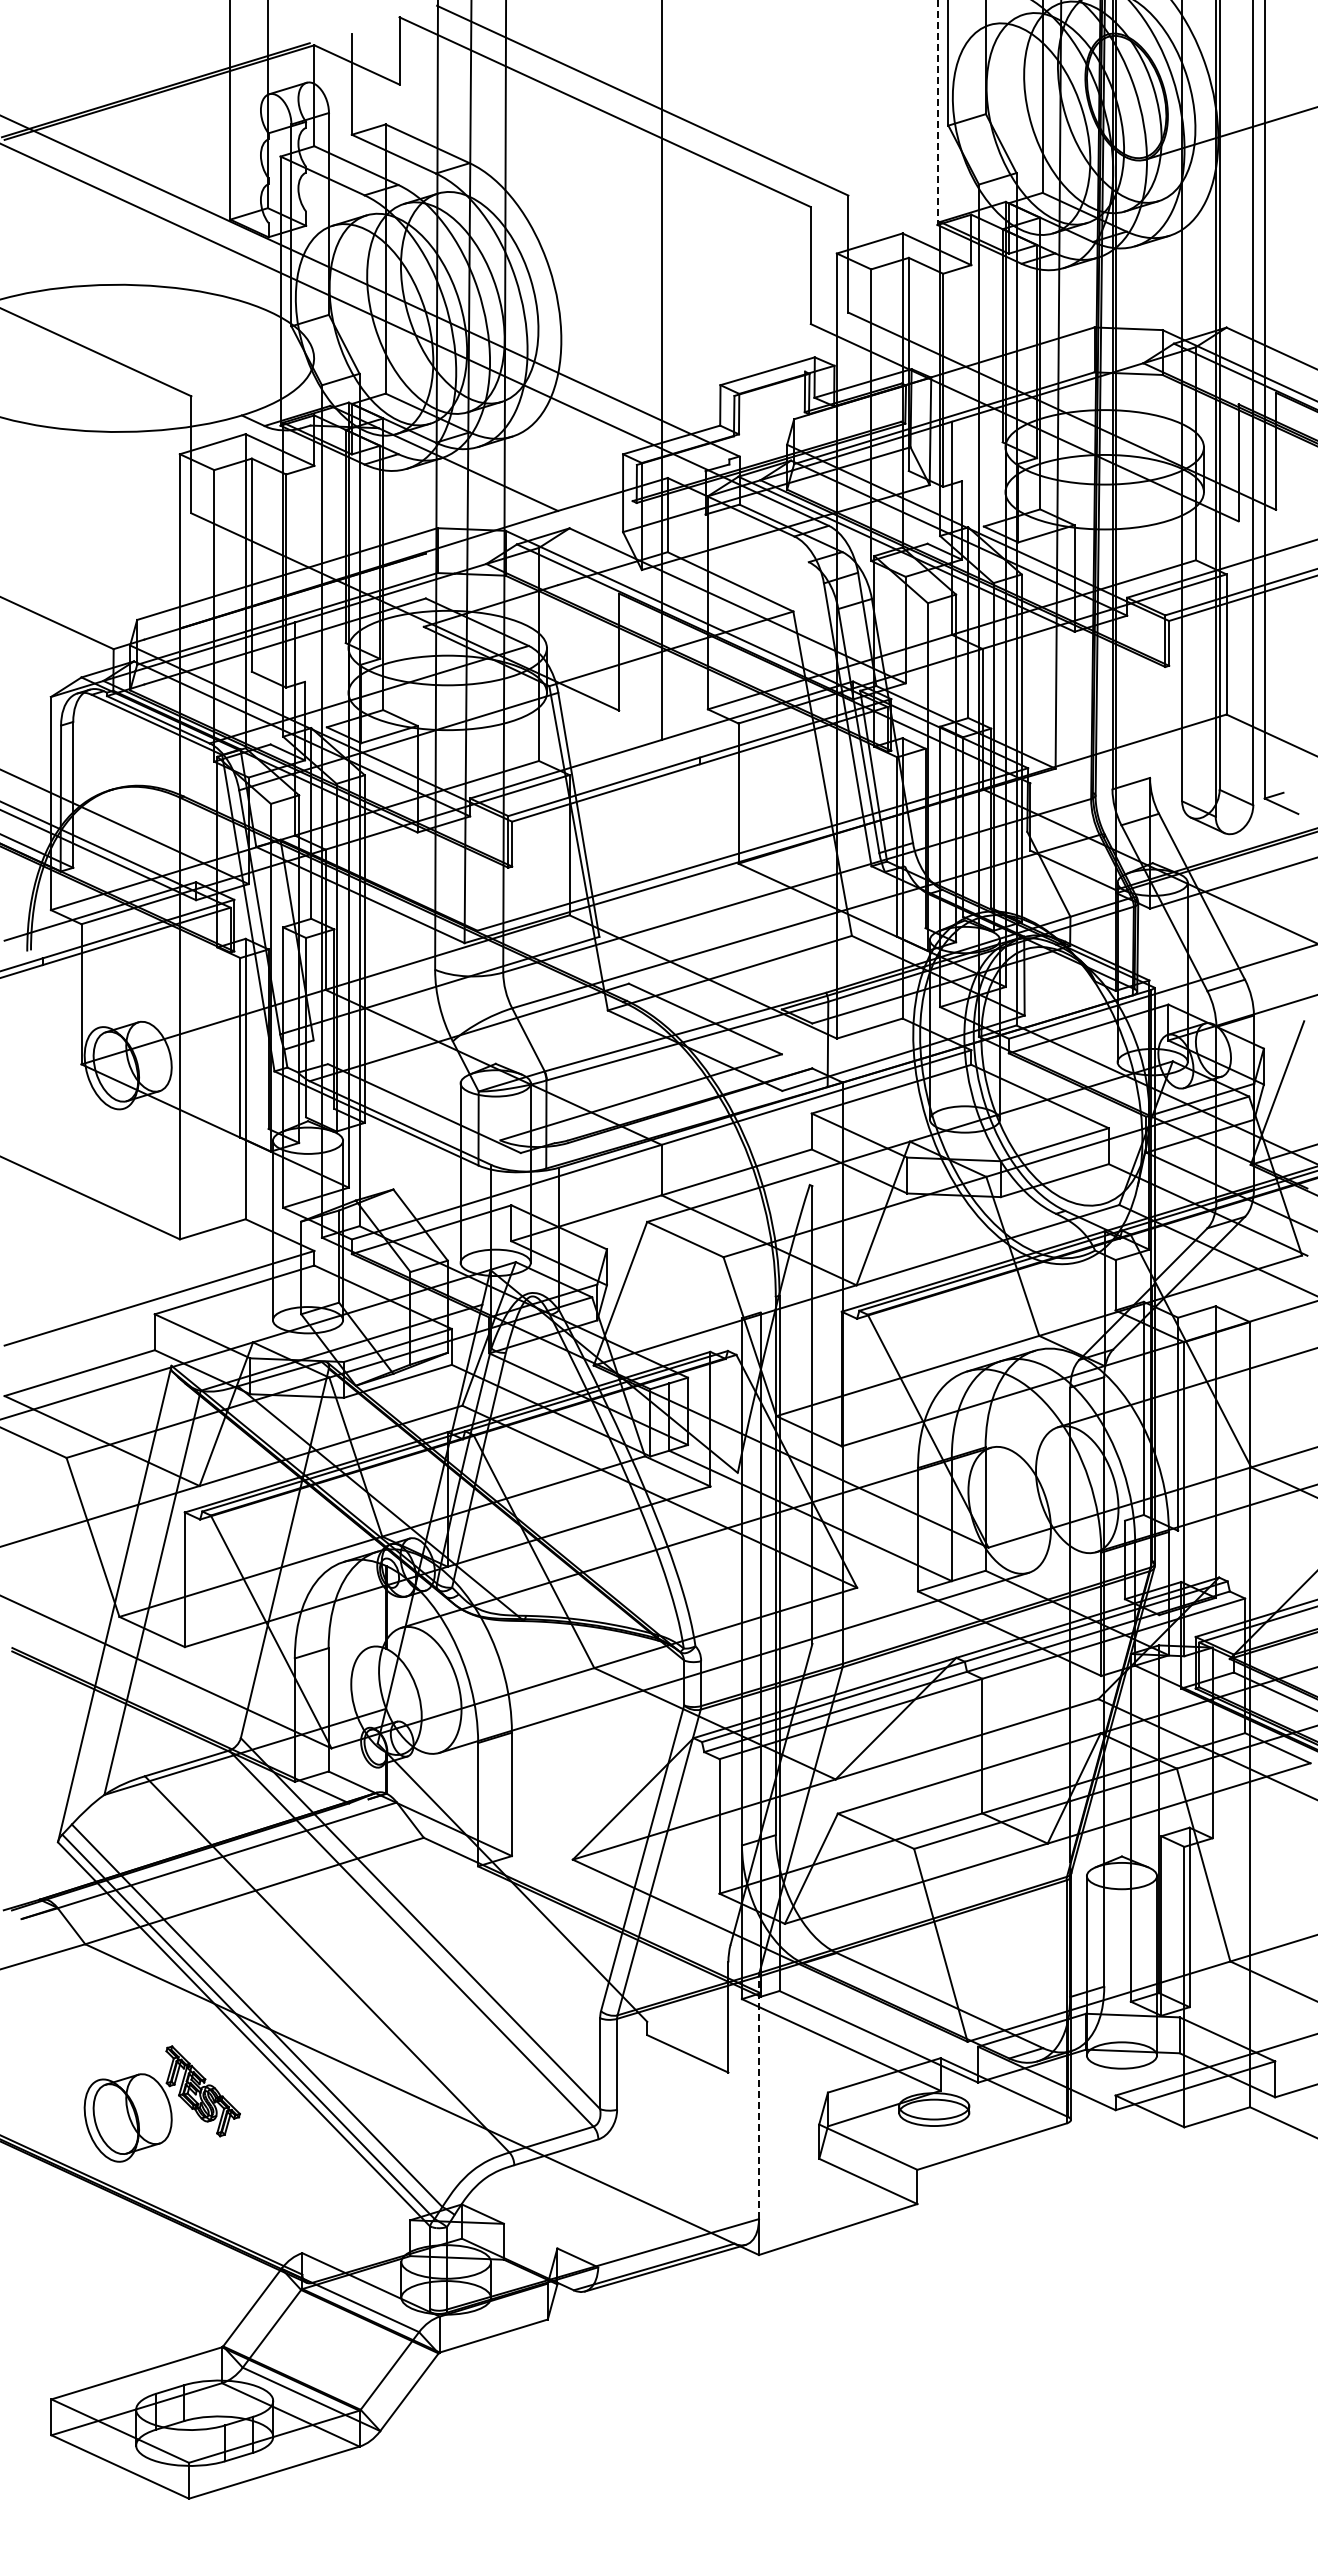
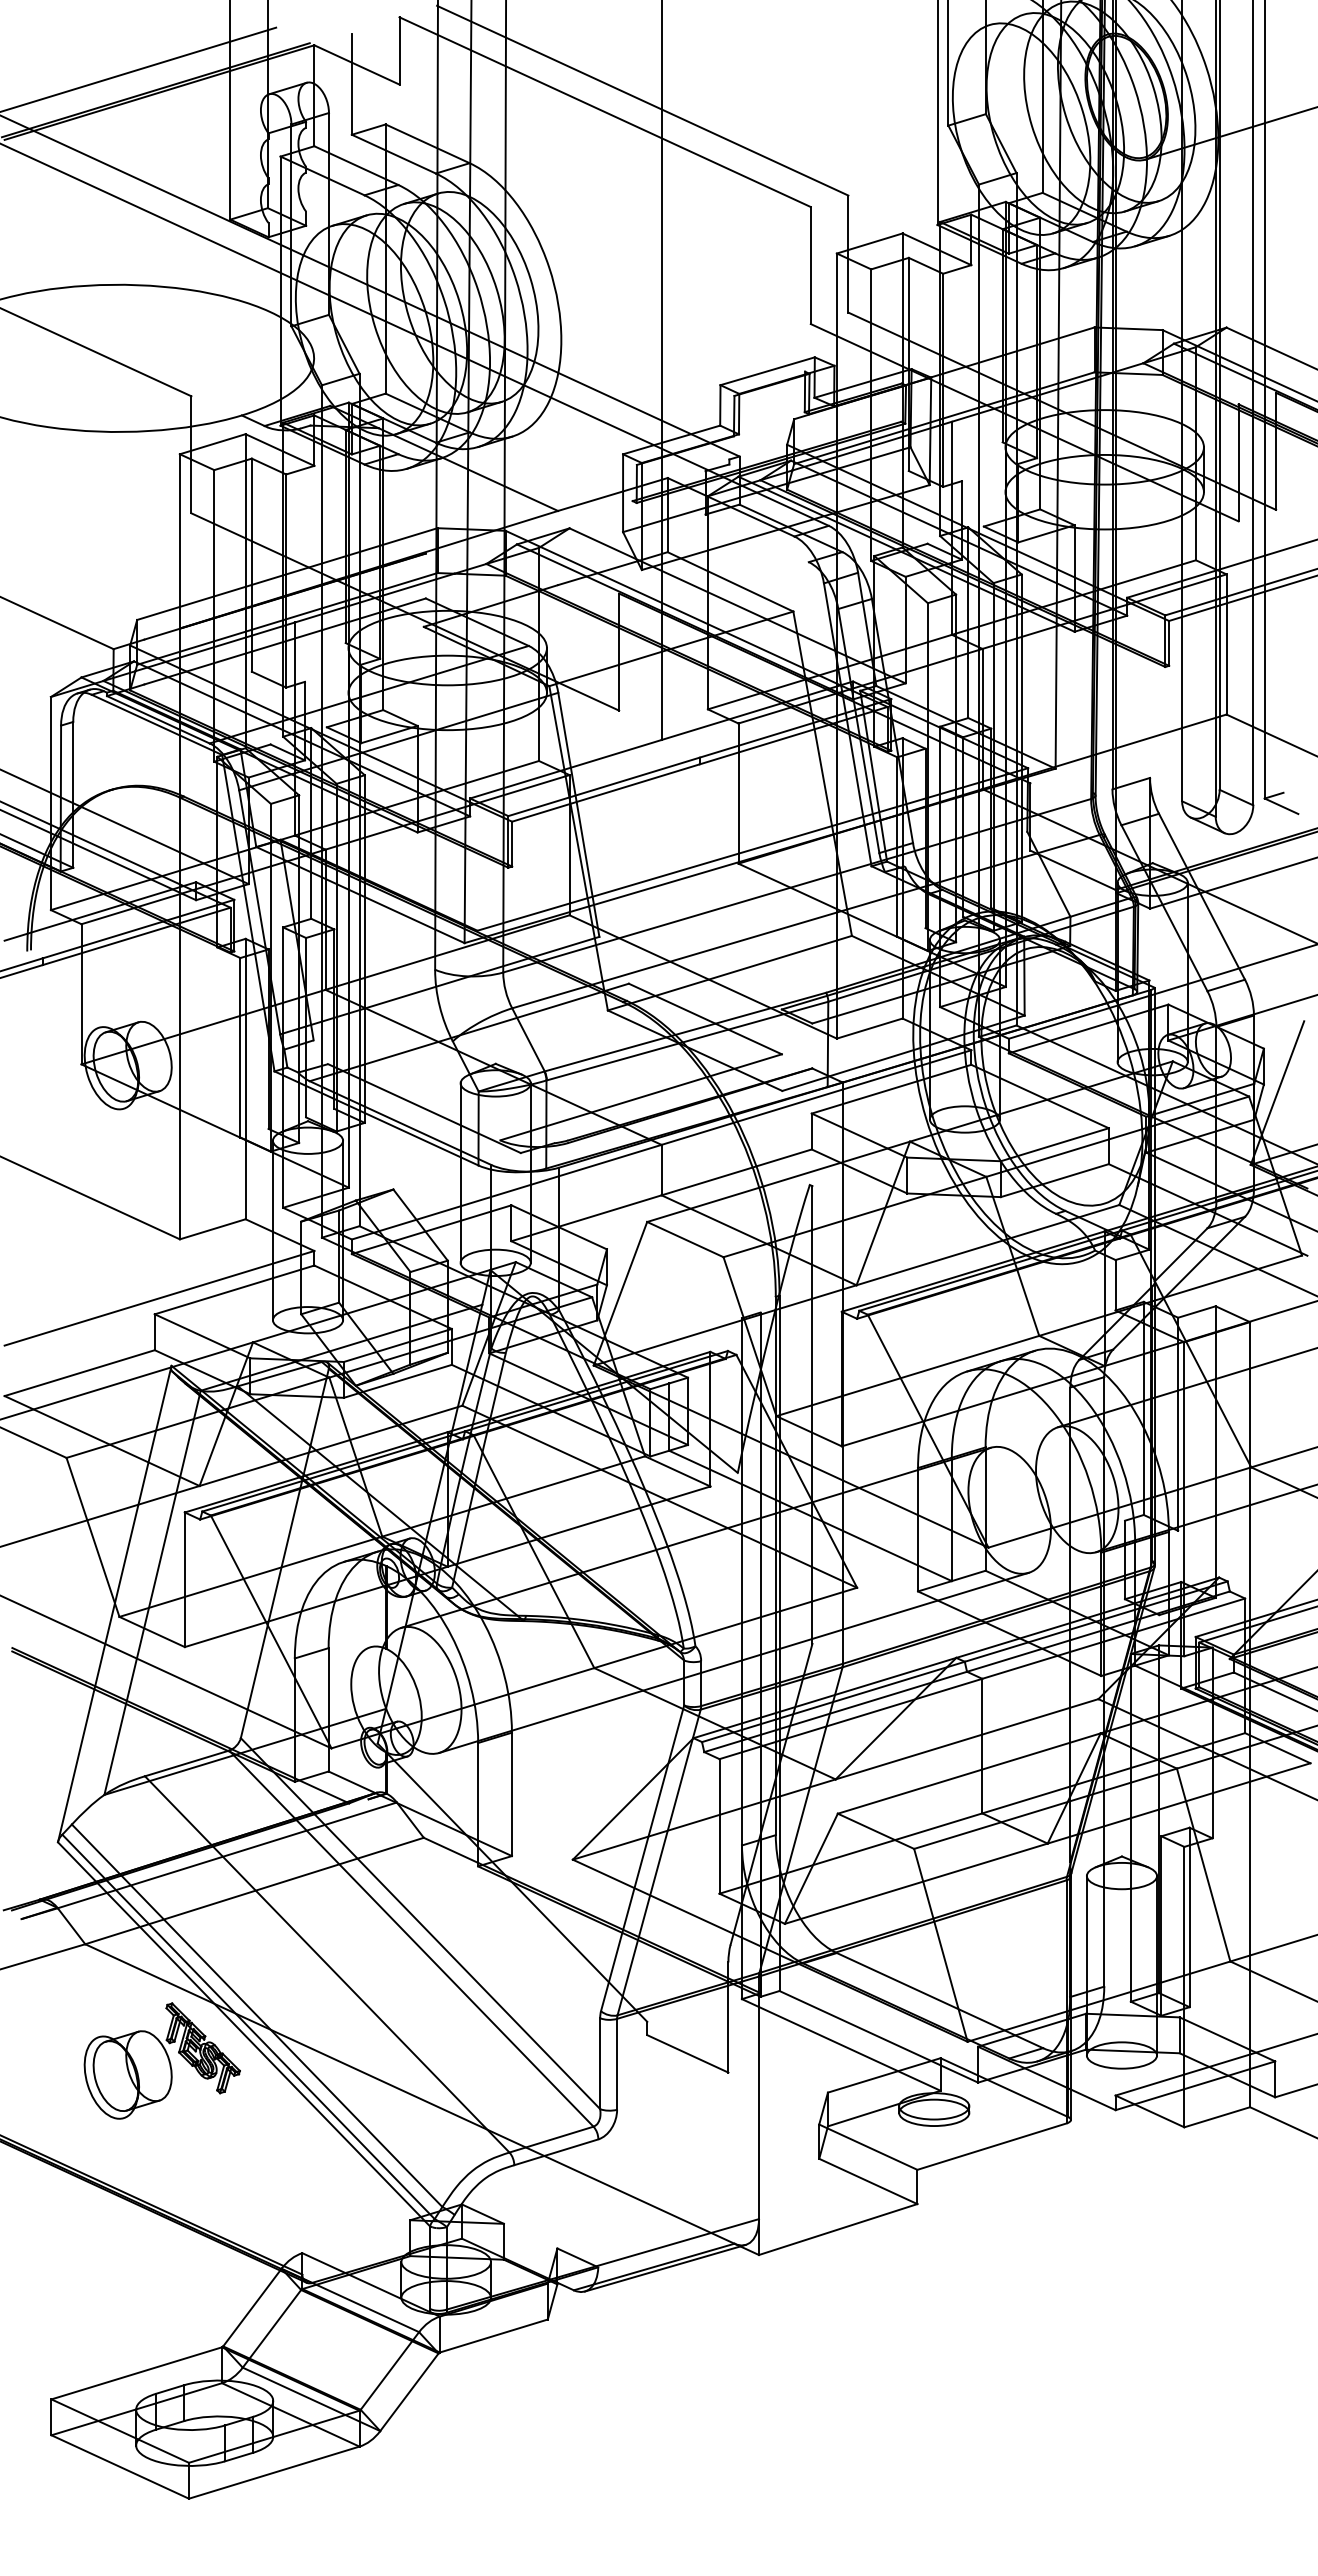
line at (139, 69): none -> present
line at (937, 113): dashed -> solid
line at (758, 2097): dashed -> solid
part at (161, 2103) position: (161, 2103) -> (161, 2060)
